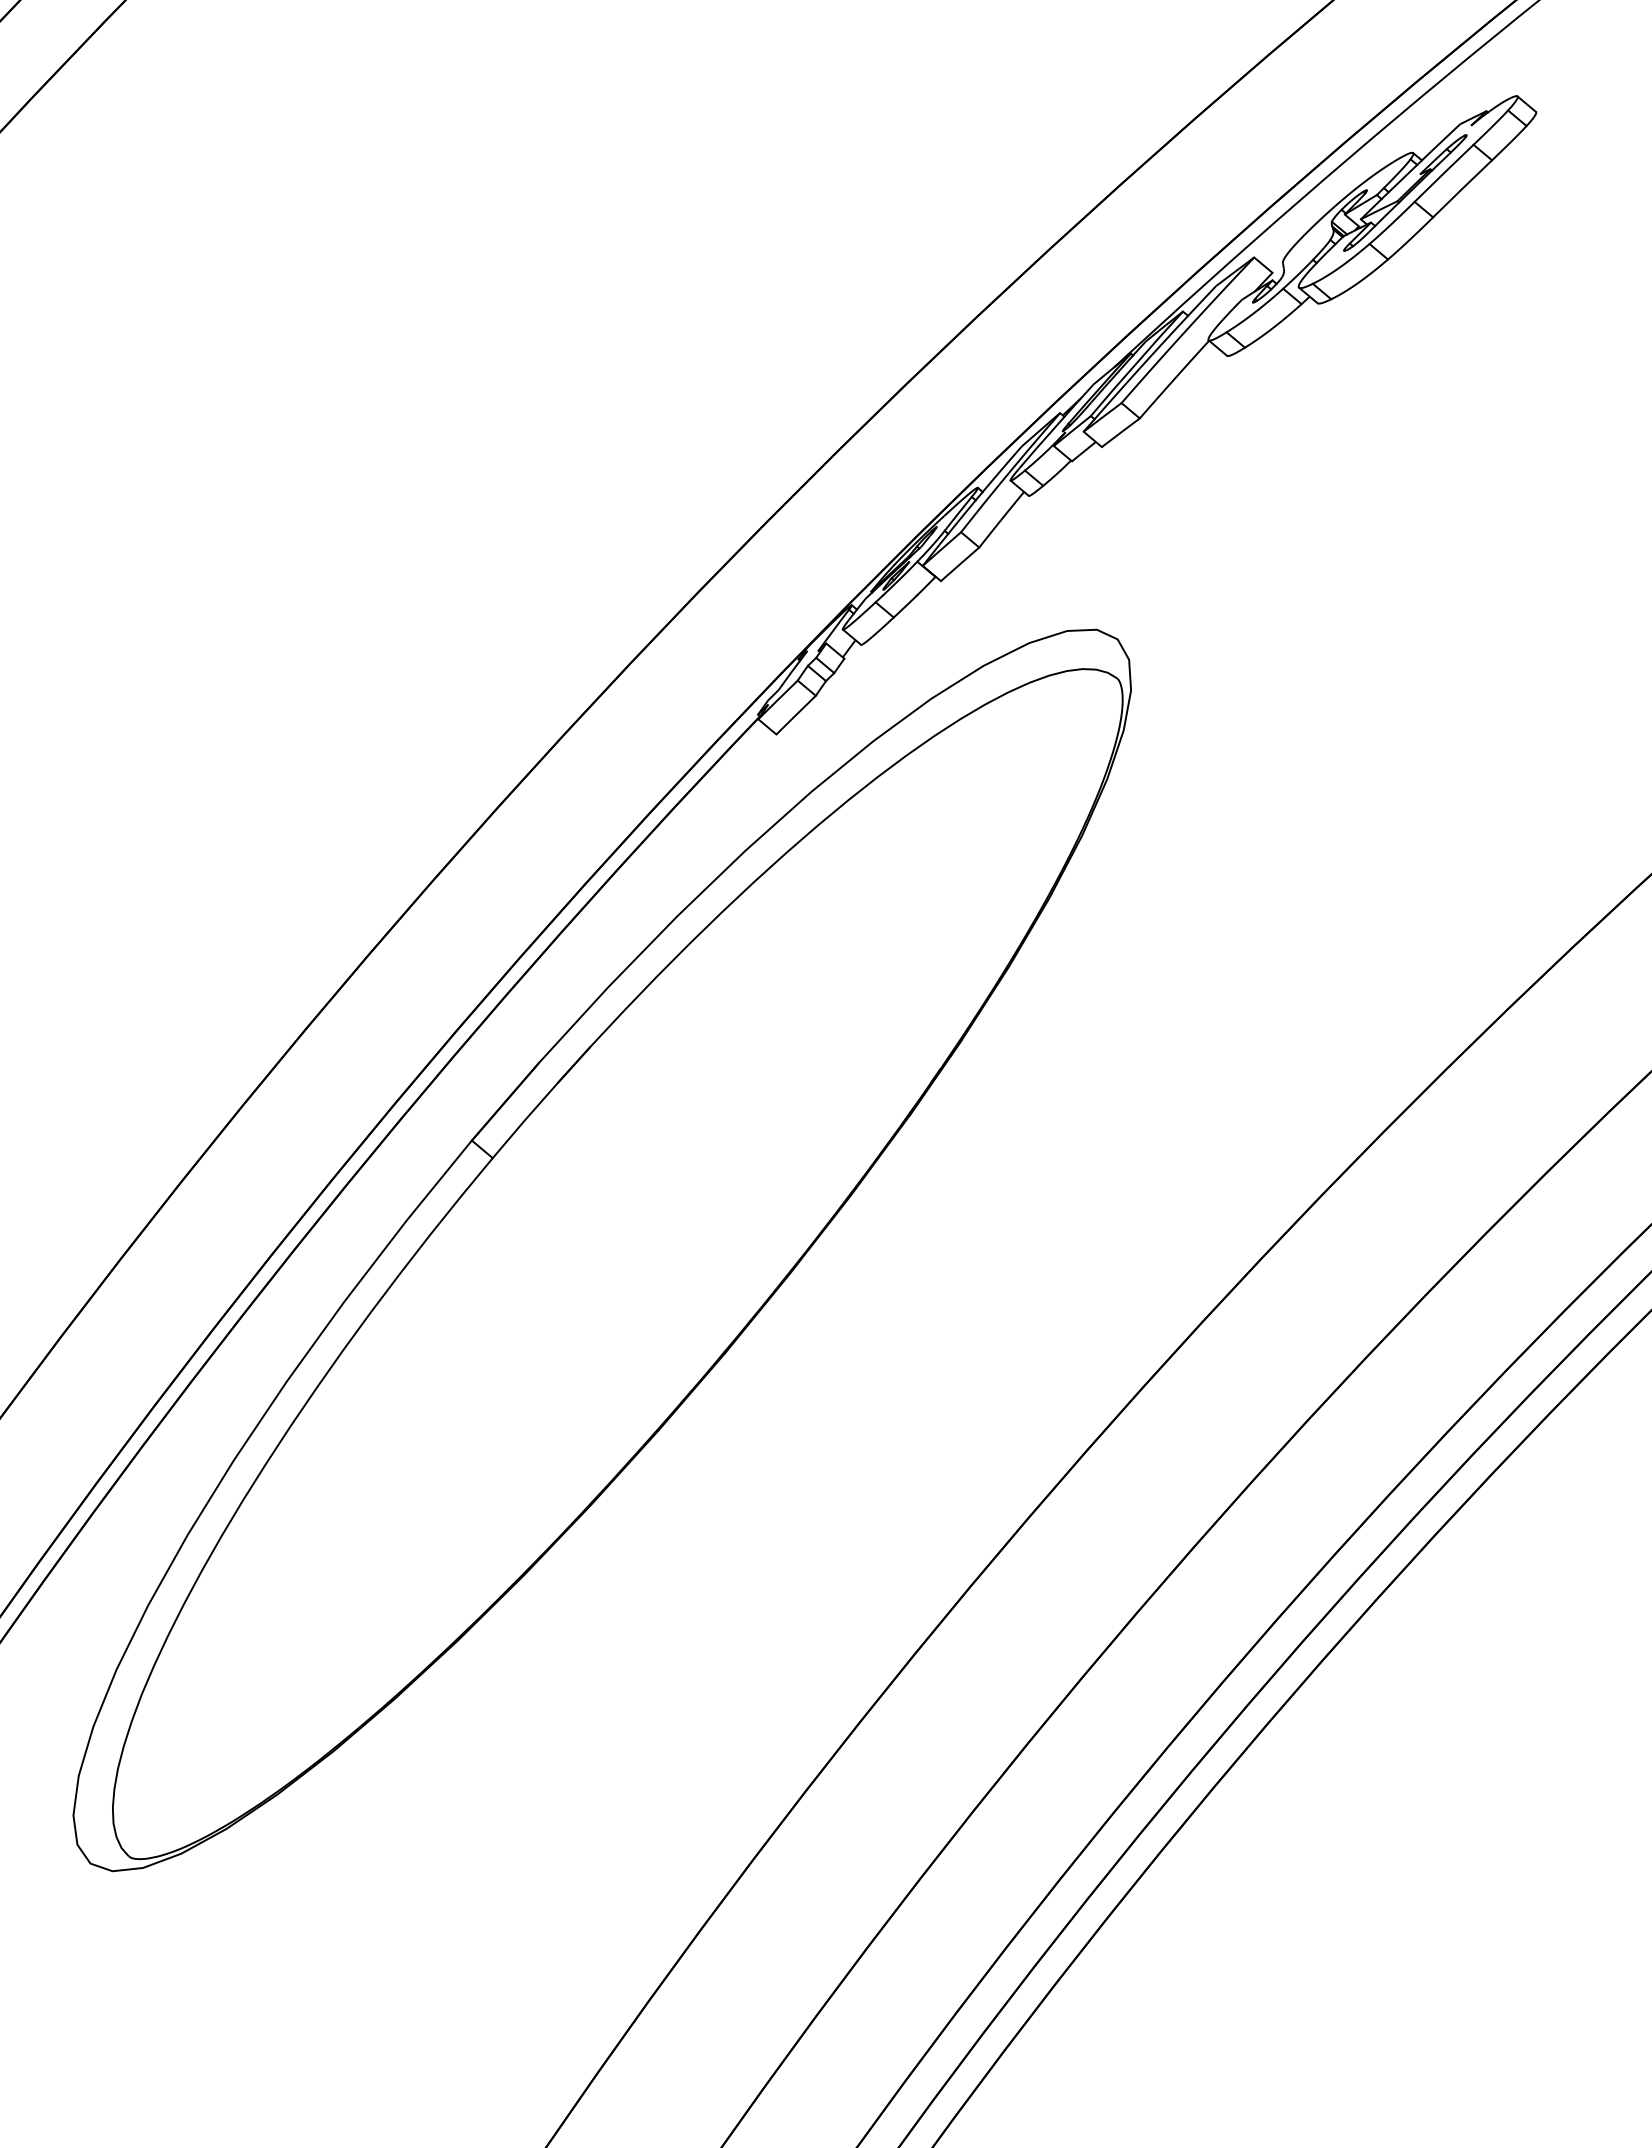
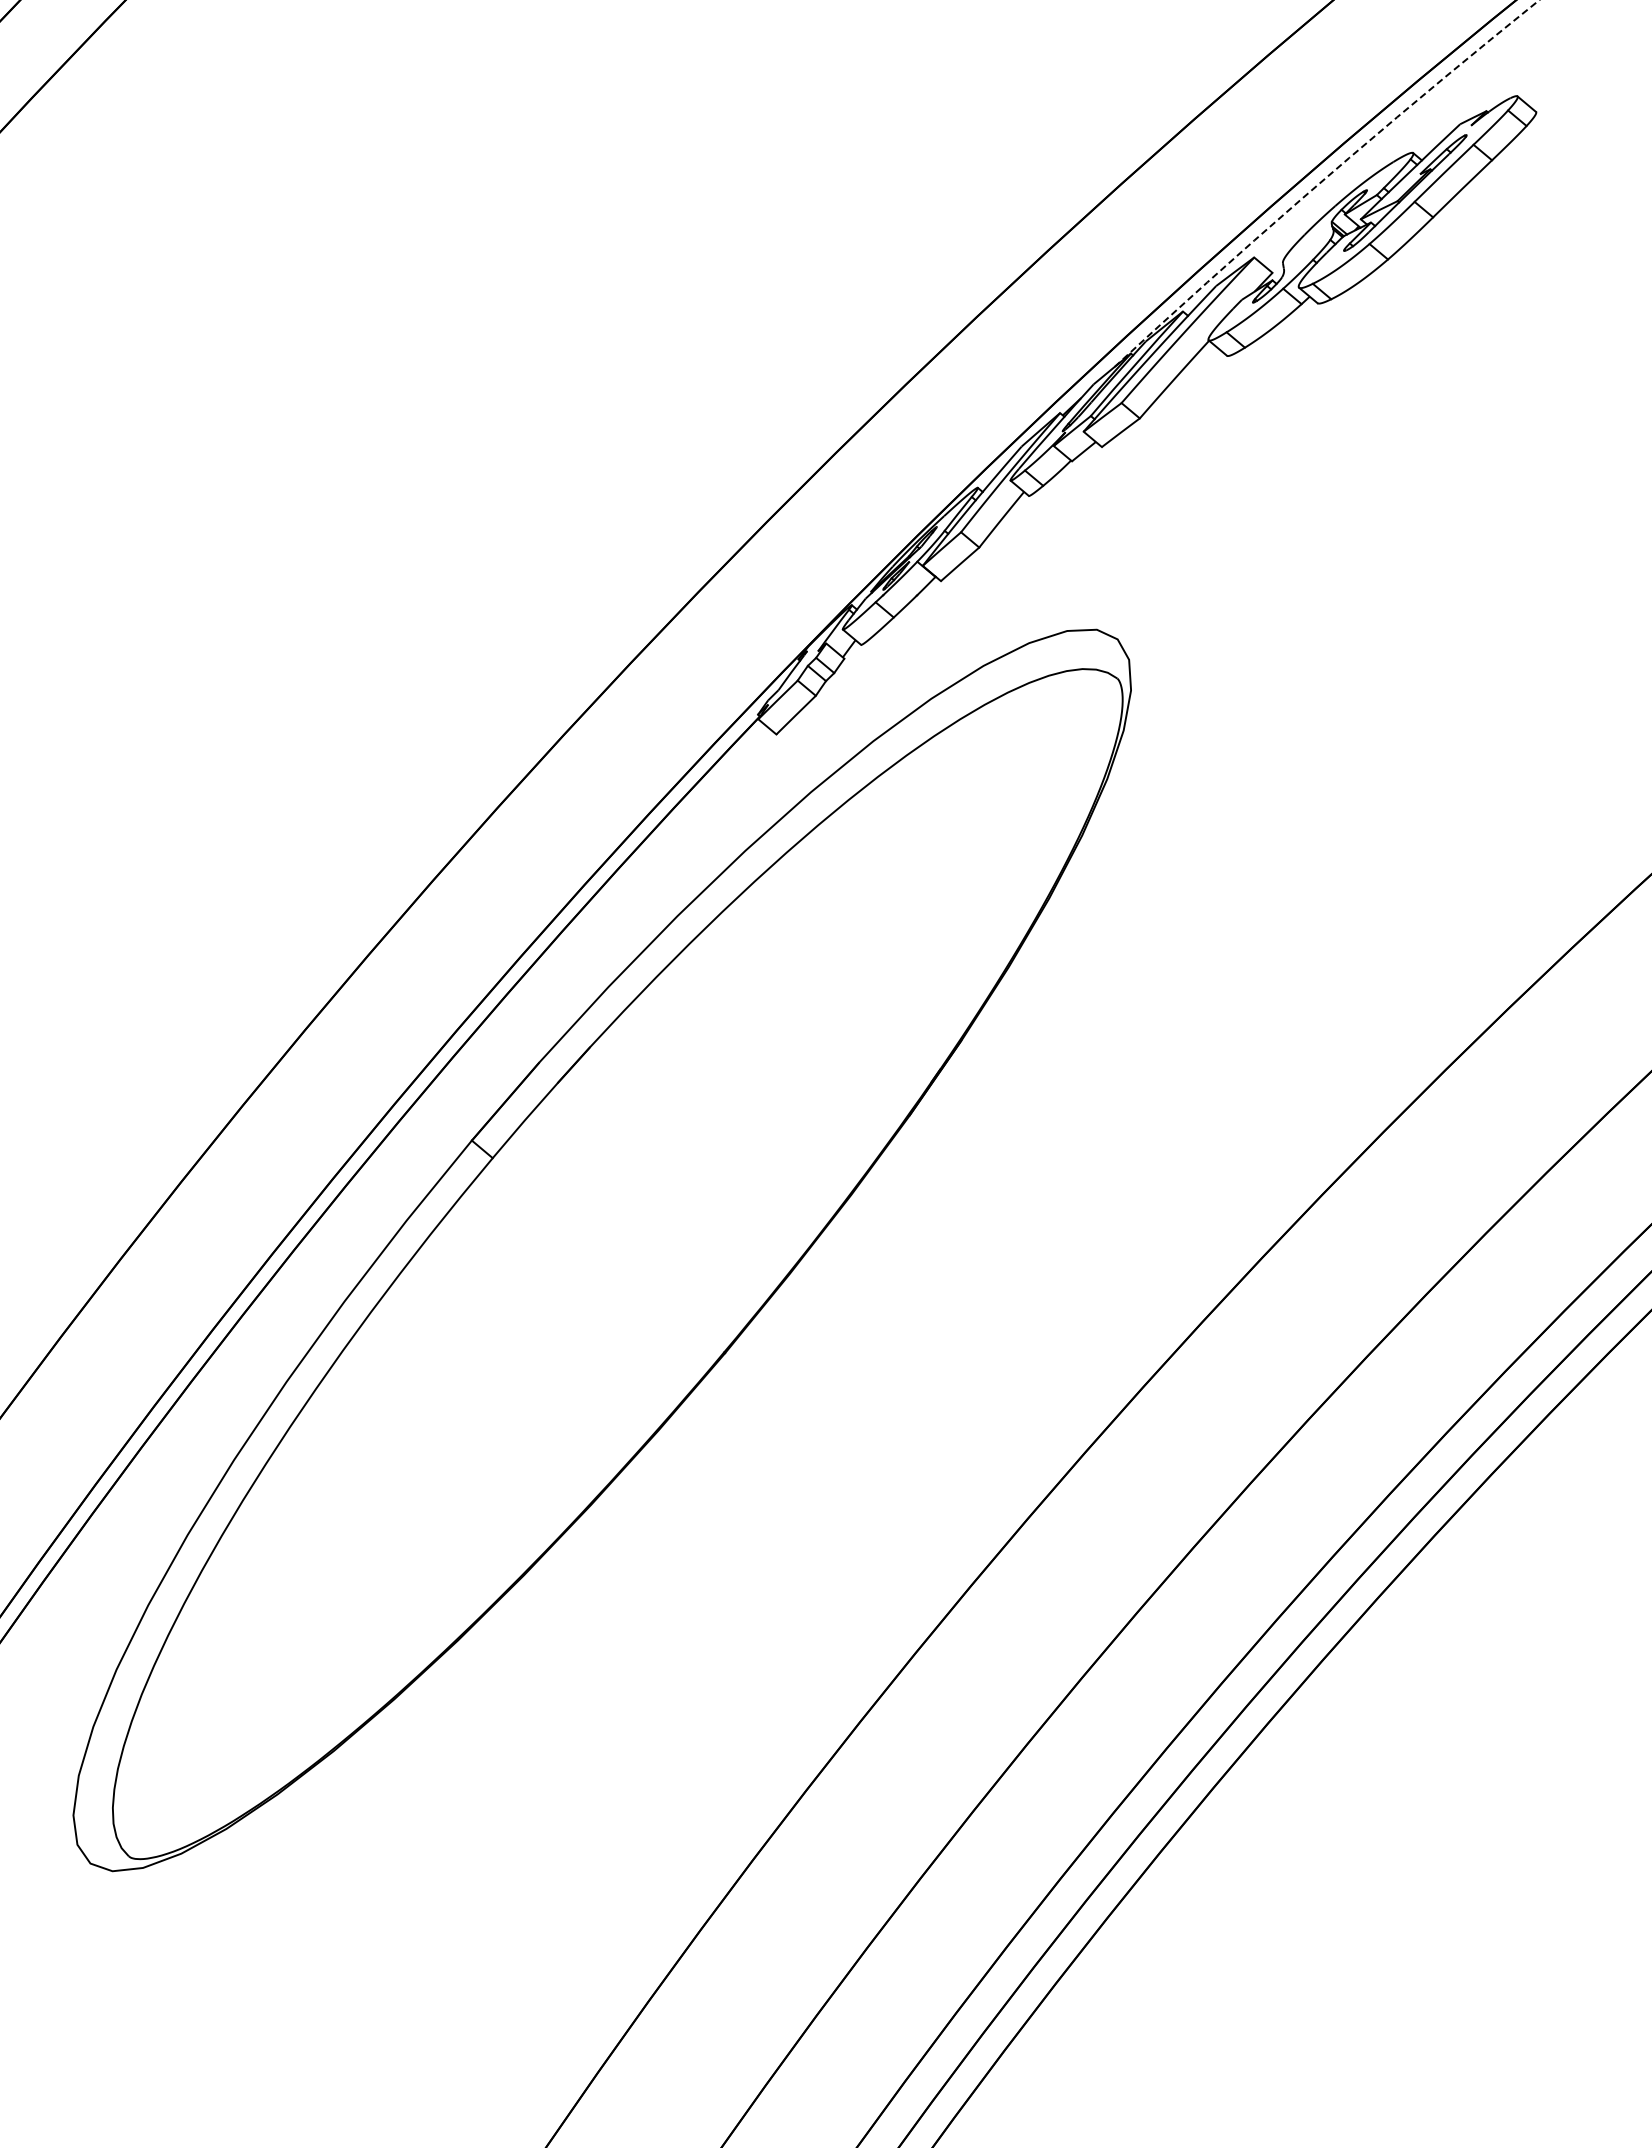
arc at (1323, 180): solid -> dashed
